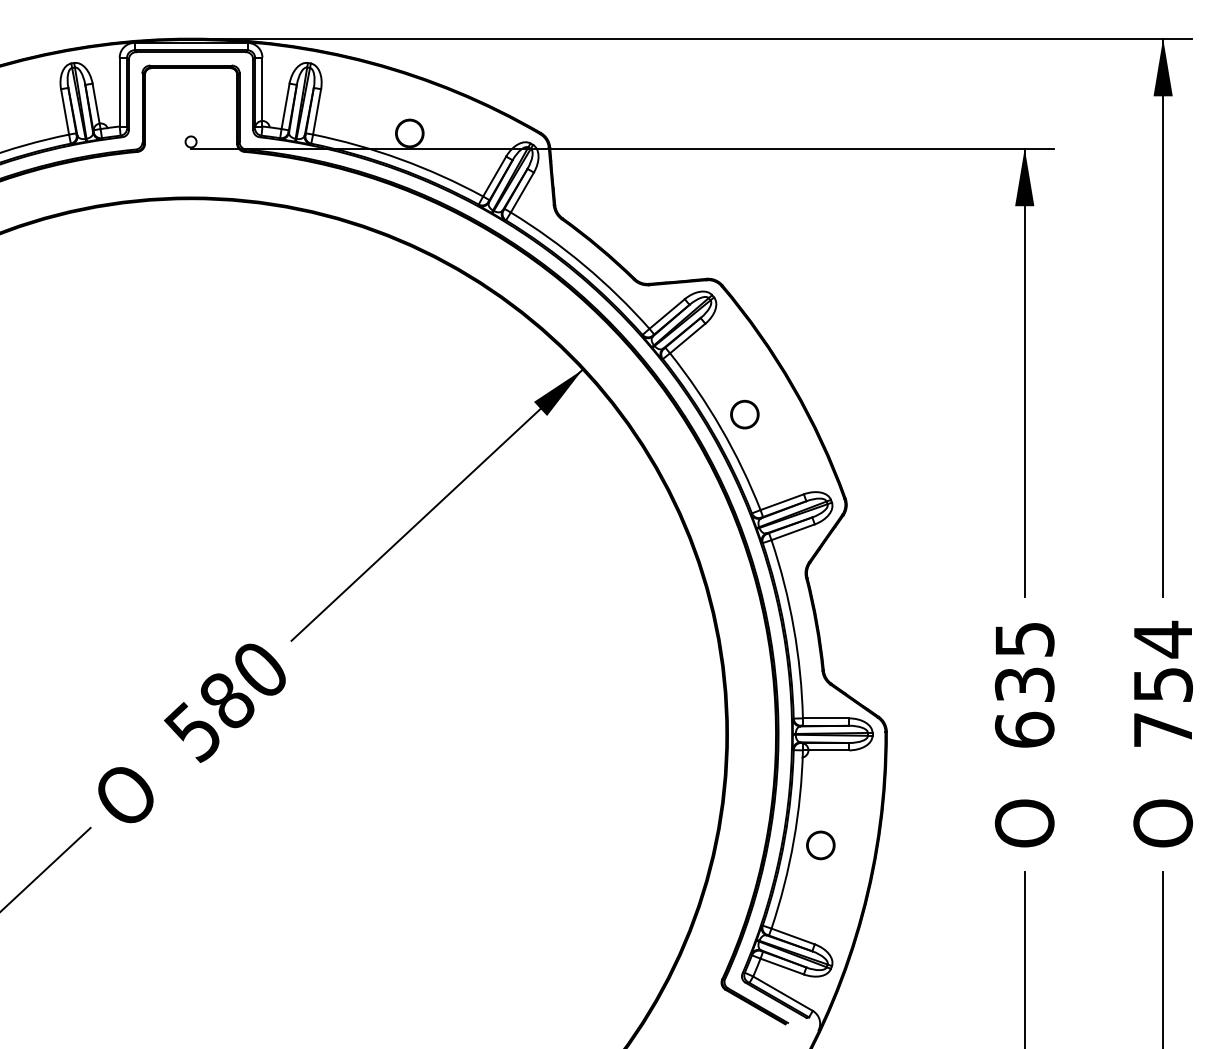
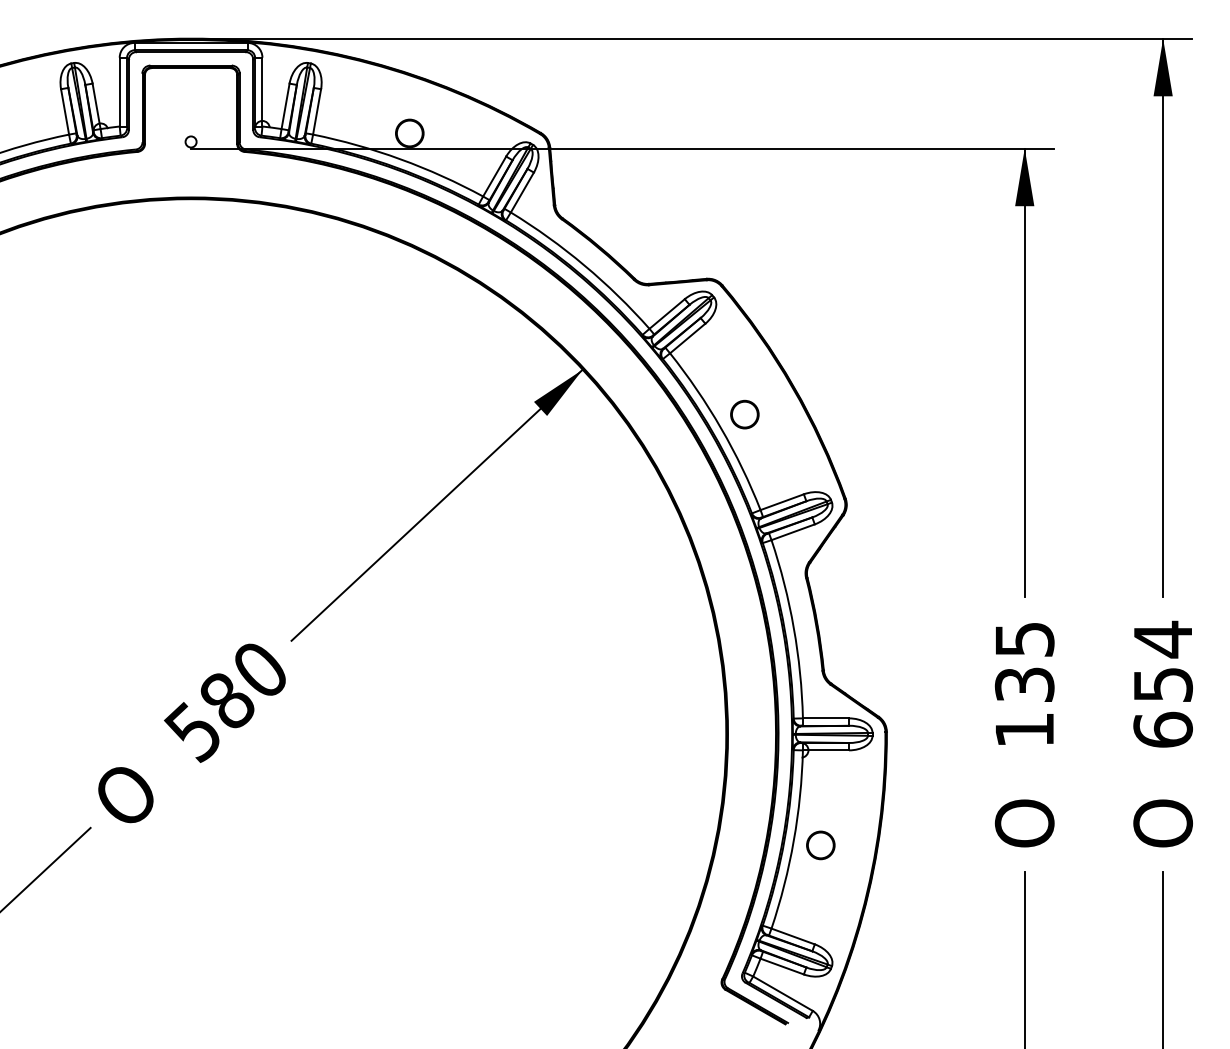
text at (1024, 729): 635 -> 135
text at (1162, 729): 754 -> 654
